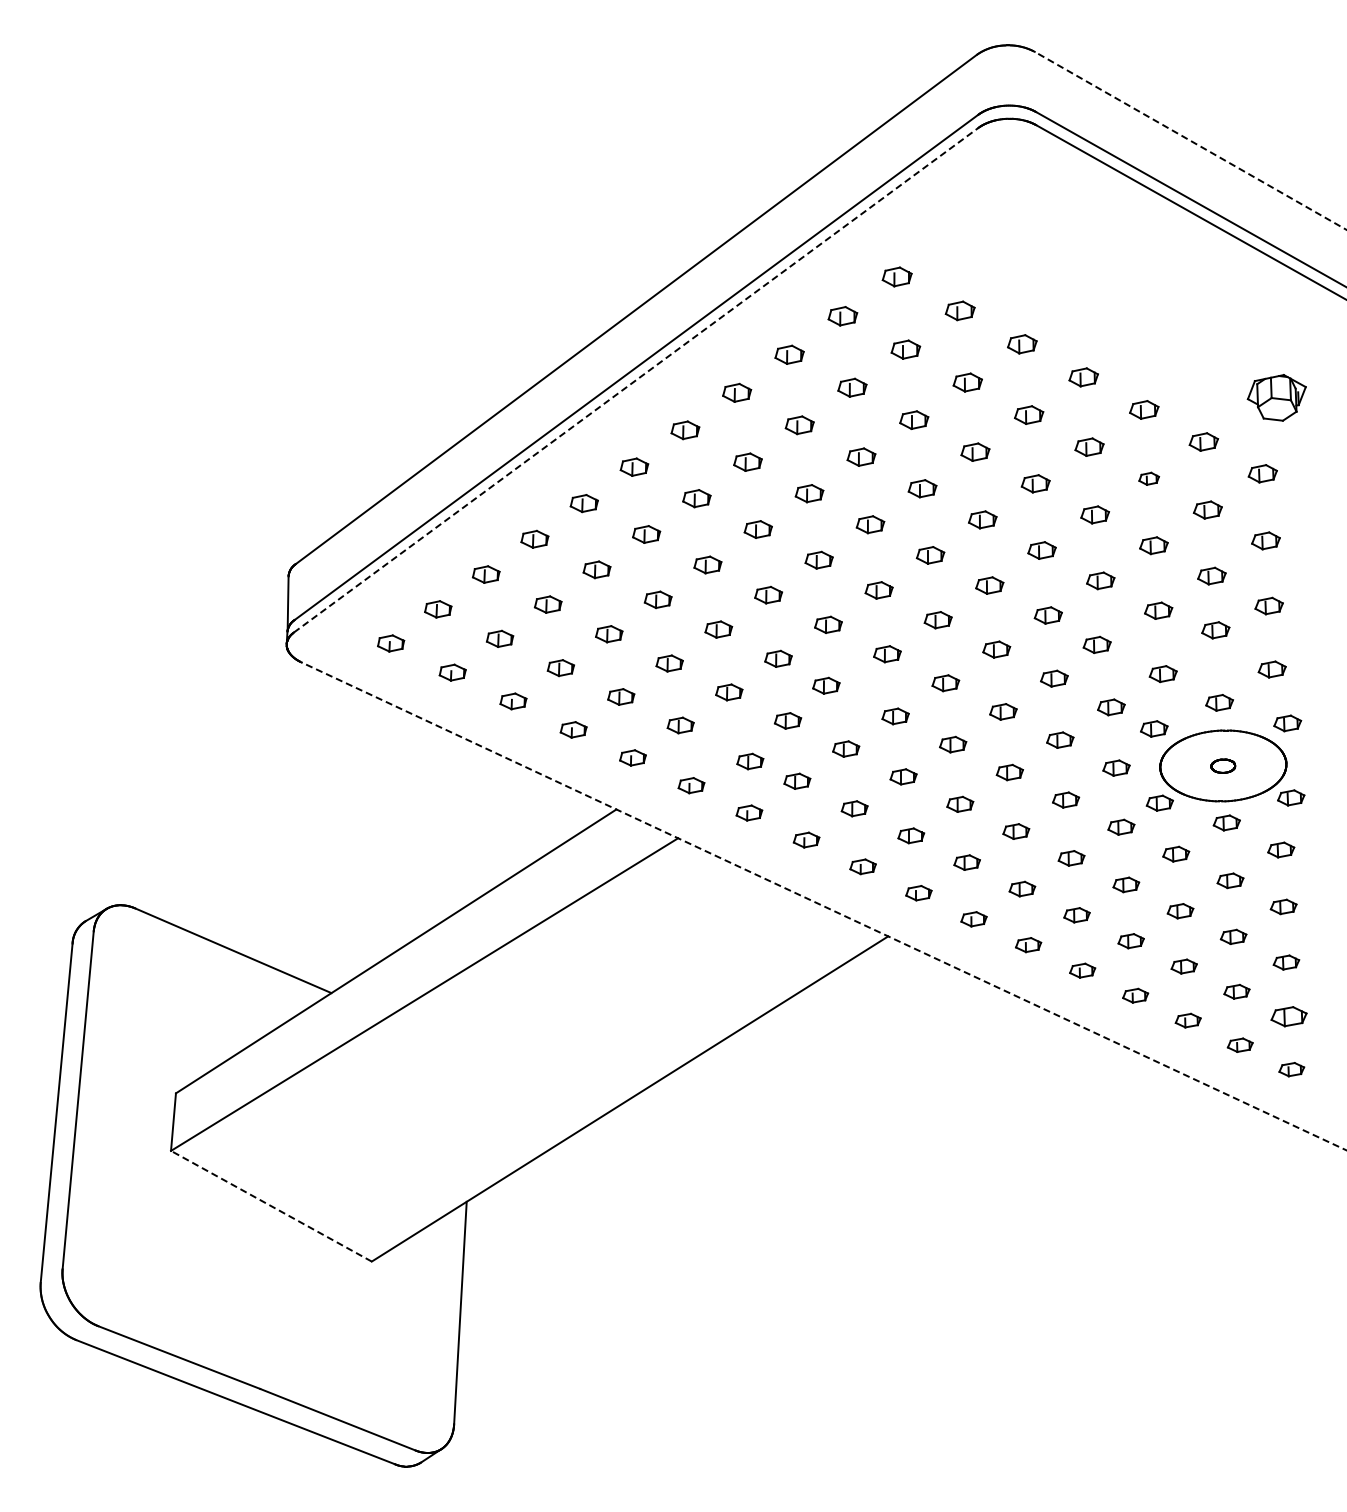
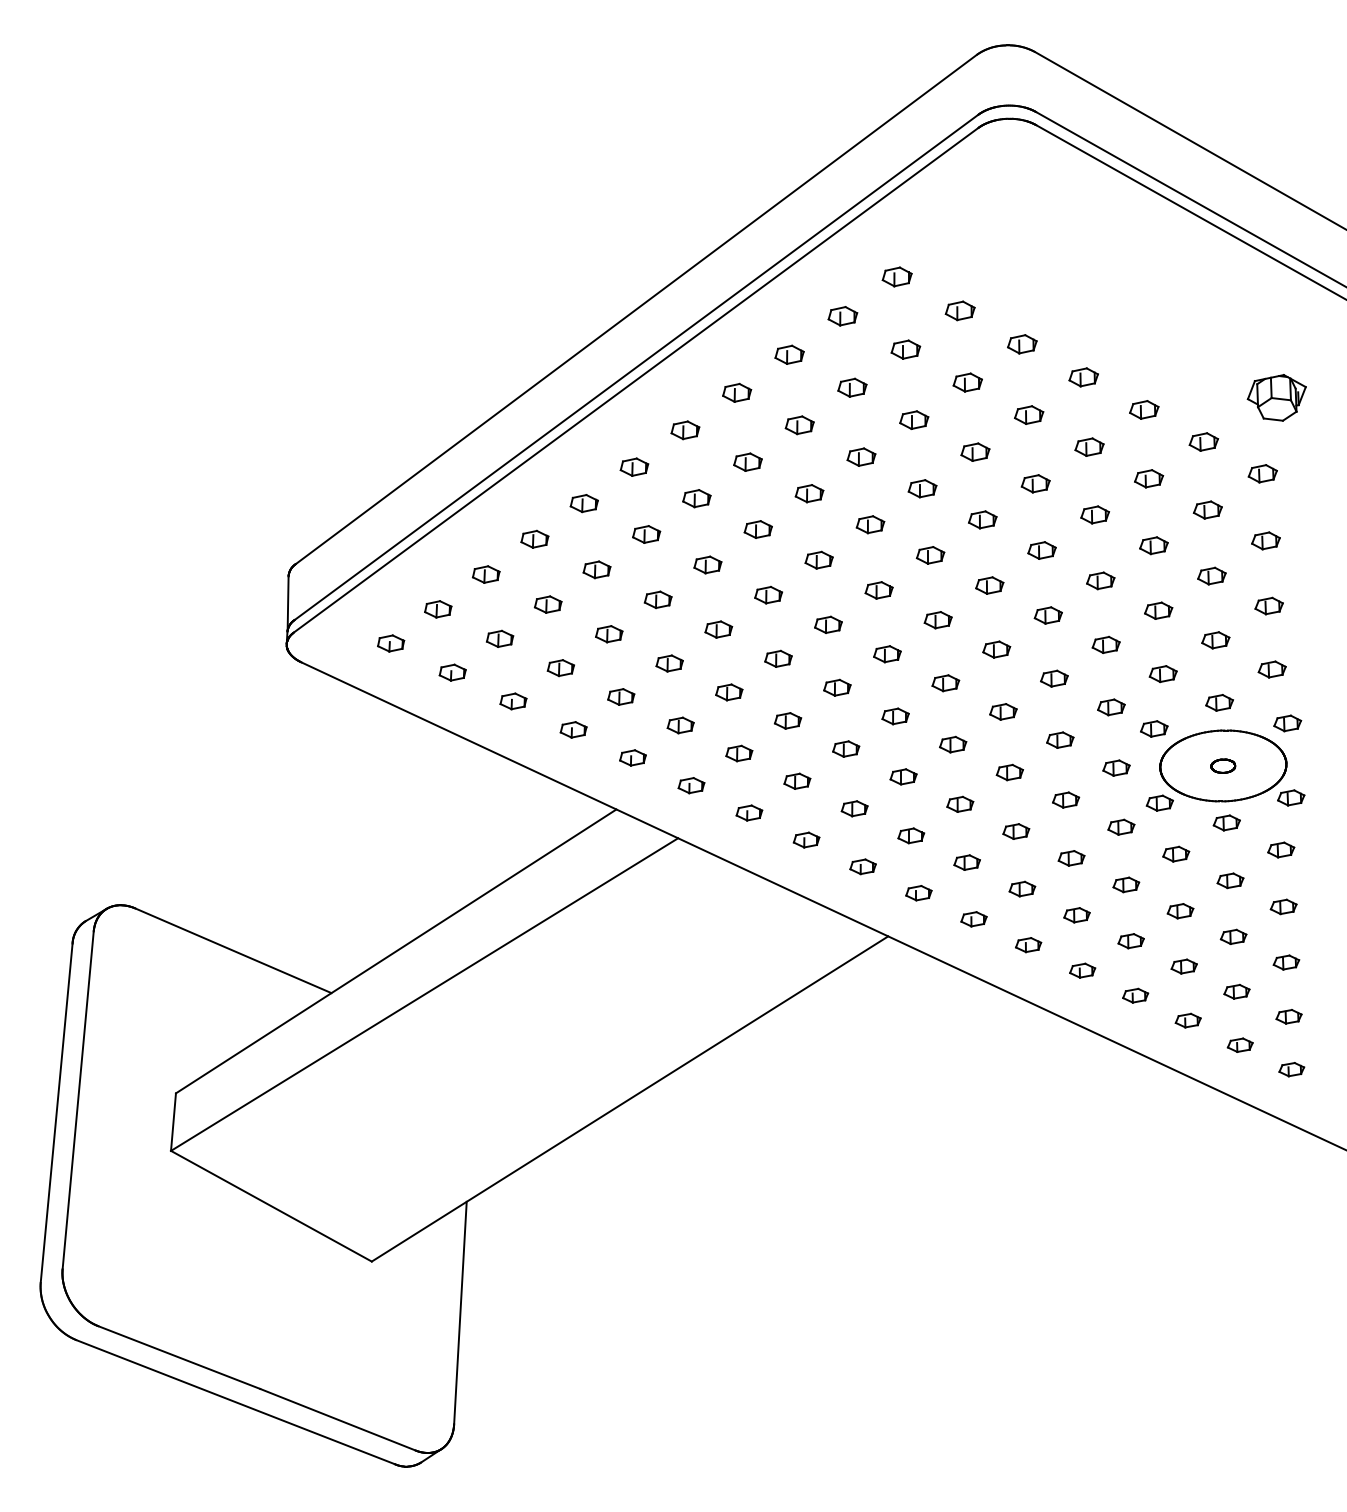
line at (1190, 140): dashed -> solid
line at (636, 379): dashed -> solid
part at (1149, 478) size: 23x15 px -> 31x20 px
part at (1215, 630) position: (1215, 630) -> (1215, 640)
part at (1096, 644) position: (1096, 644) -> (1105, 644)
part at (826, 685) position: (826, 685) -> (837, 687)
part at (750, 761) position: (750, 761) -> (739, 753)
line at (823, 906): dashed -> solid
part at (1288, 1016) size: 38x22 px -> 28x16 px
line at (271, 1206): dashed -> solid
